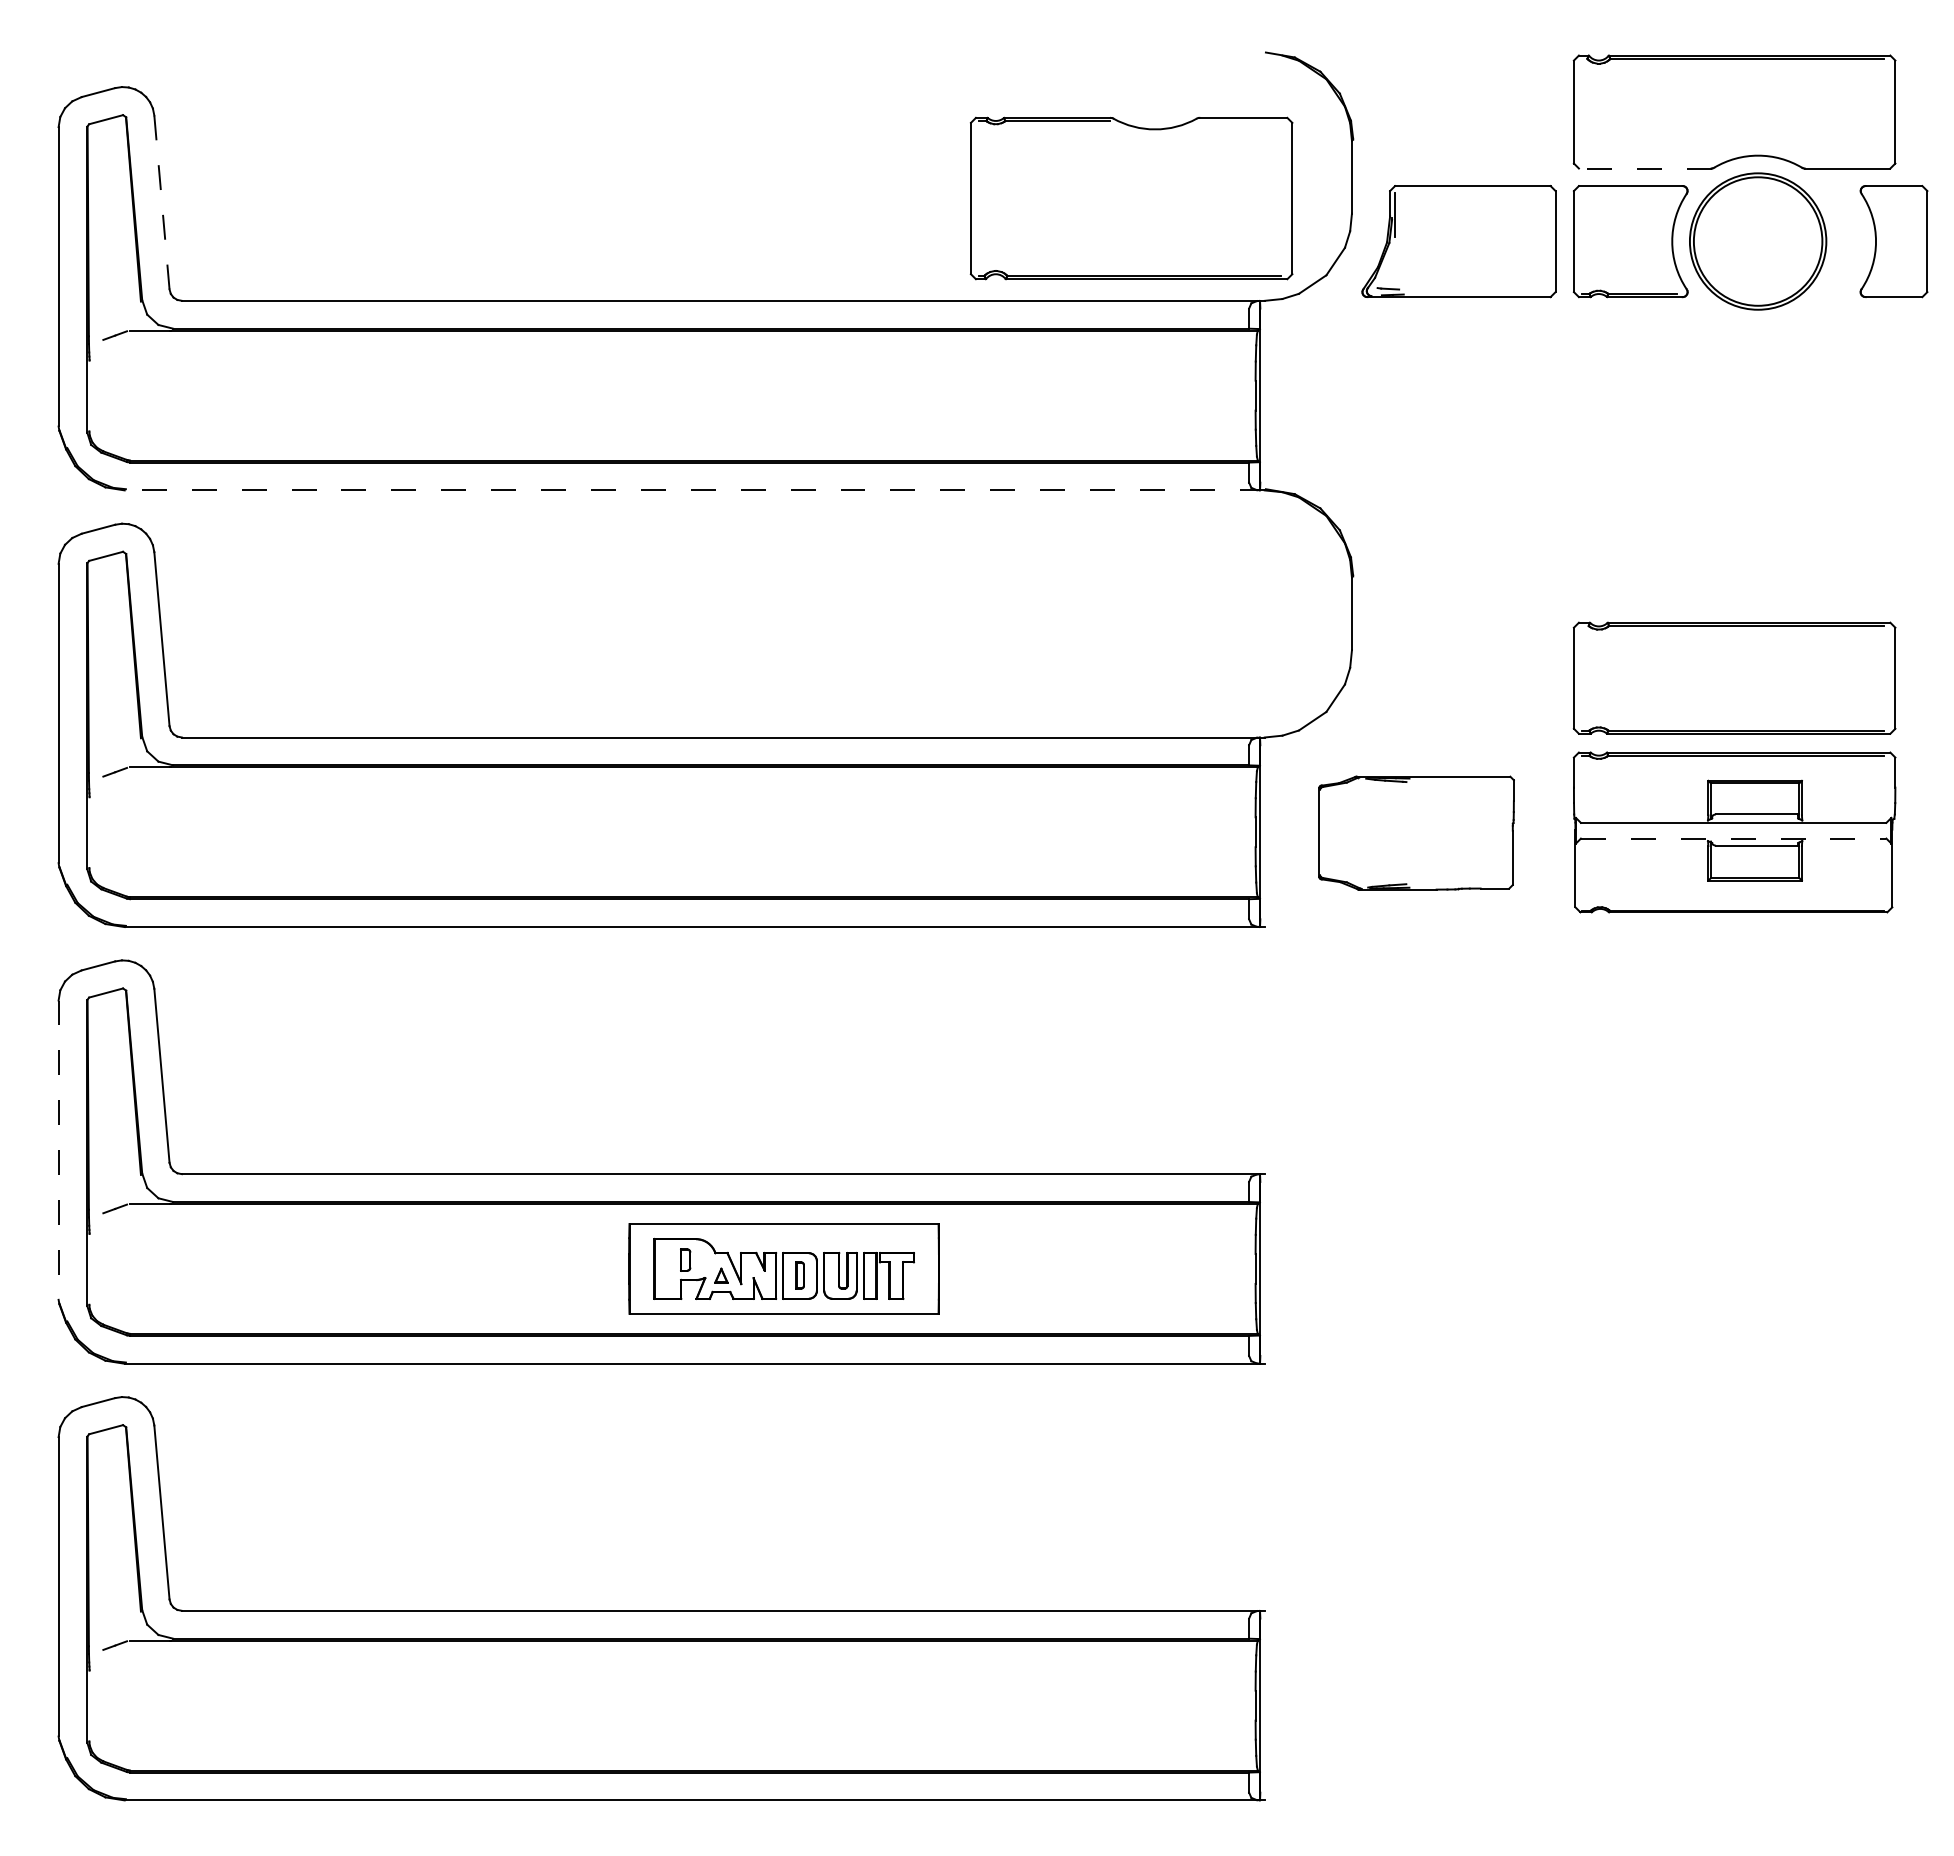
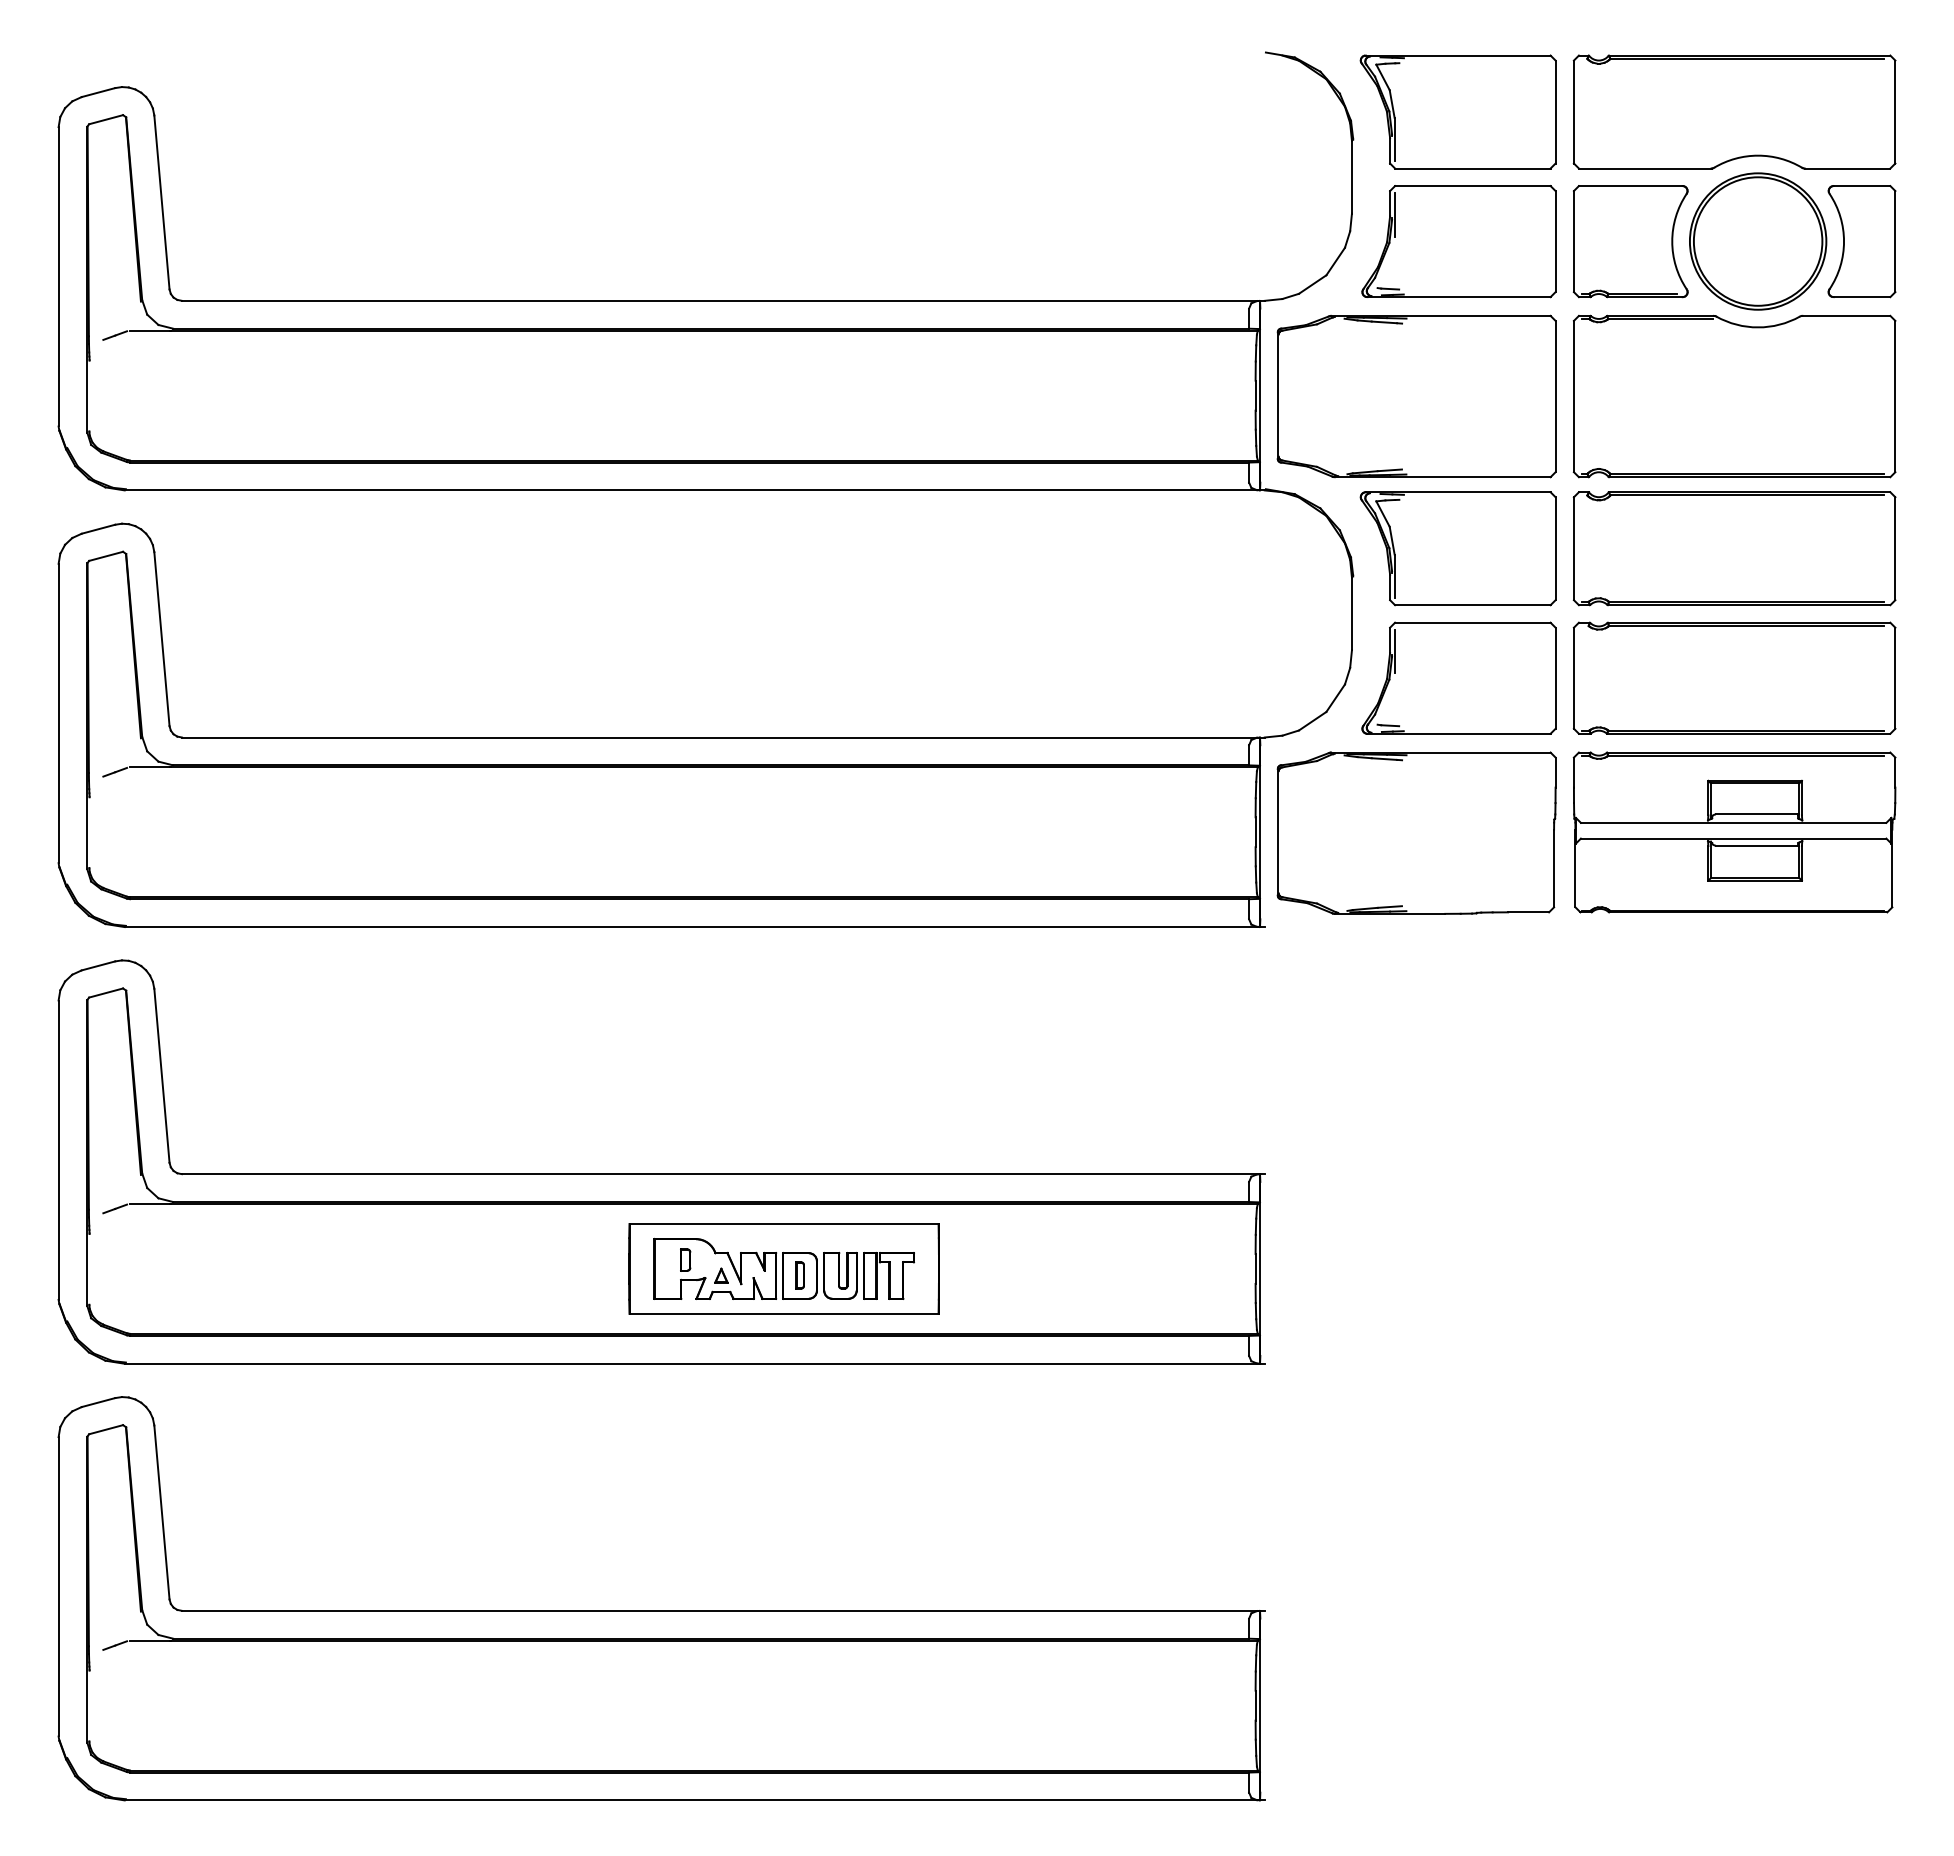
part at (1457, 111): none -> present
line at (1644, 168): dashed -> solid
part at (1131, 198) position: (1131, 198) -> (1734, 396)
line at (161, 201): dashed -> solid
part at (1893, 241) position: (1893, 241) -> (1861, 241)
part at (1416, 396): none -> present
line at (694, 490): dashed -> solid
part at (1457, 548): none -> present
part at (1734, 548): none -> present
part at (1458, 677): none -> present
part at (1416, 832) size: 197x116 px -> 281x164 px
line at (1733, 838): dashed -> solid
line at (58, 1150): dashed -> solid
